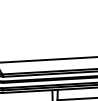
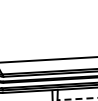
line at (77, 99): solid -> dashed
